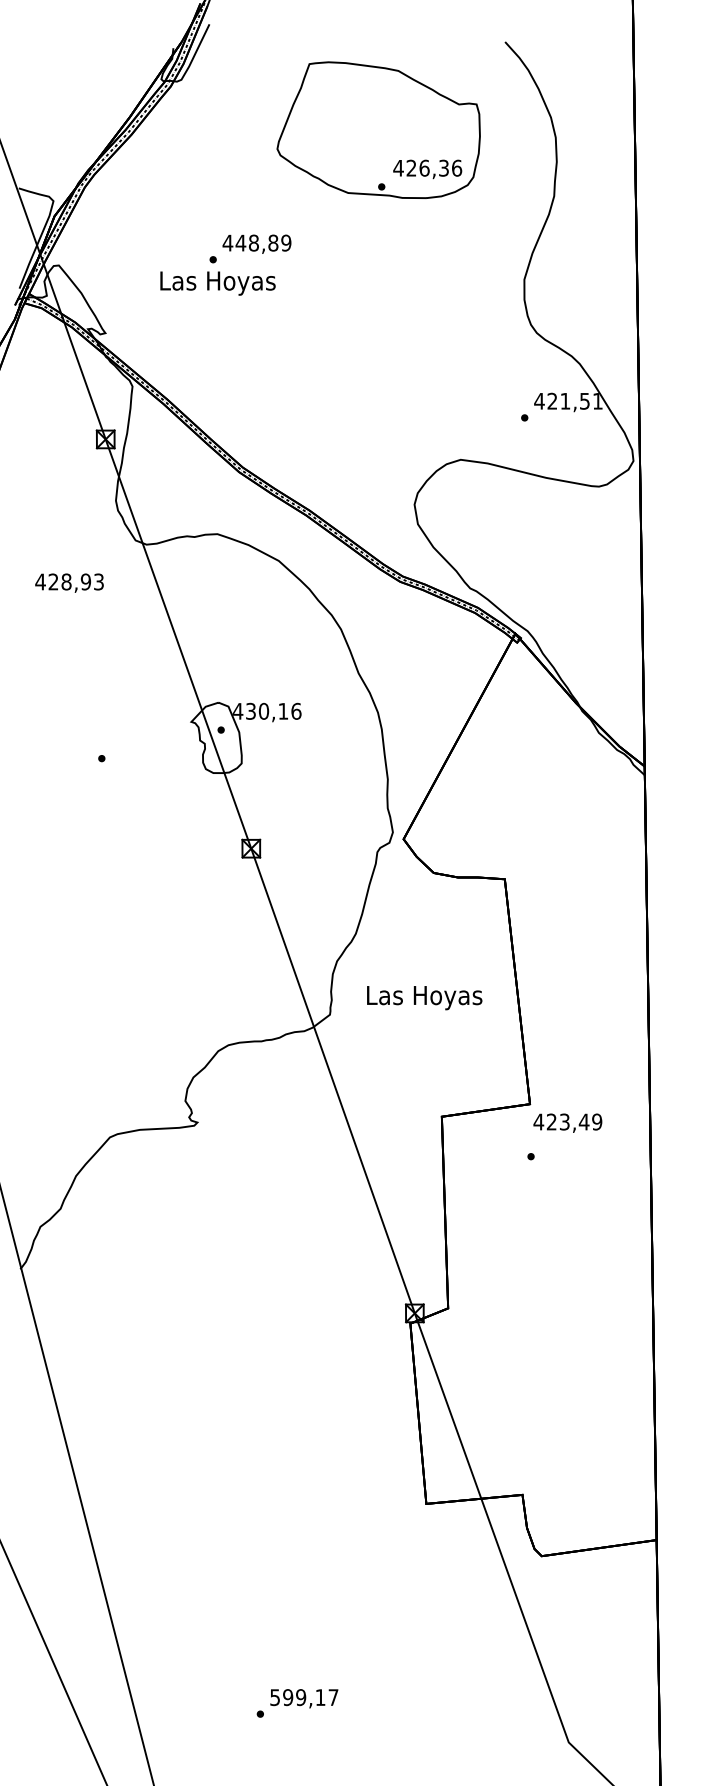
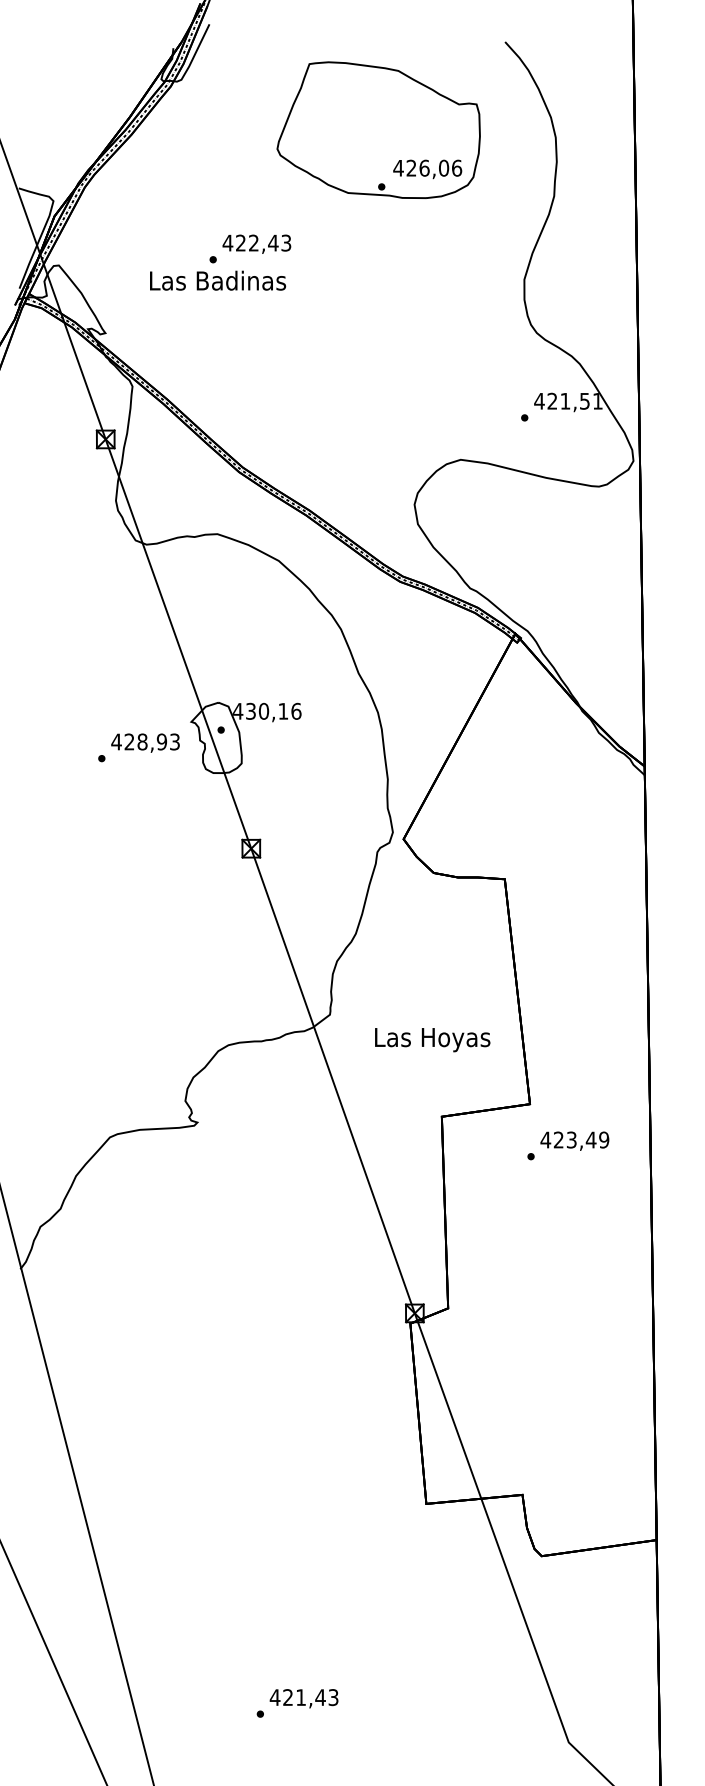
text at (444, 167): 426,36 -> 426,06
text at (263, 242): 448,89 -> 422,43
text at (218, 282): Las Hoyas -> Las Badinas
text at (69, 582) position: (69, 582) -> (145, 742)
text at (424, 998) position: (424, 998) -> (432, 1040)
text at (567, 1122) position: (567, 1122) -> (574, 1140)
text at (303, 1697): 599,17 -> 421,43
